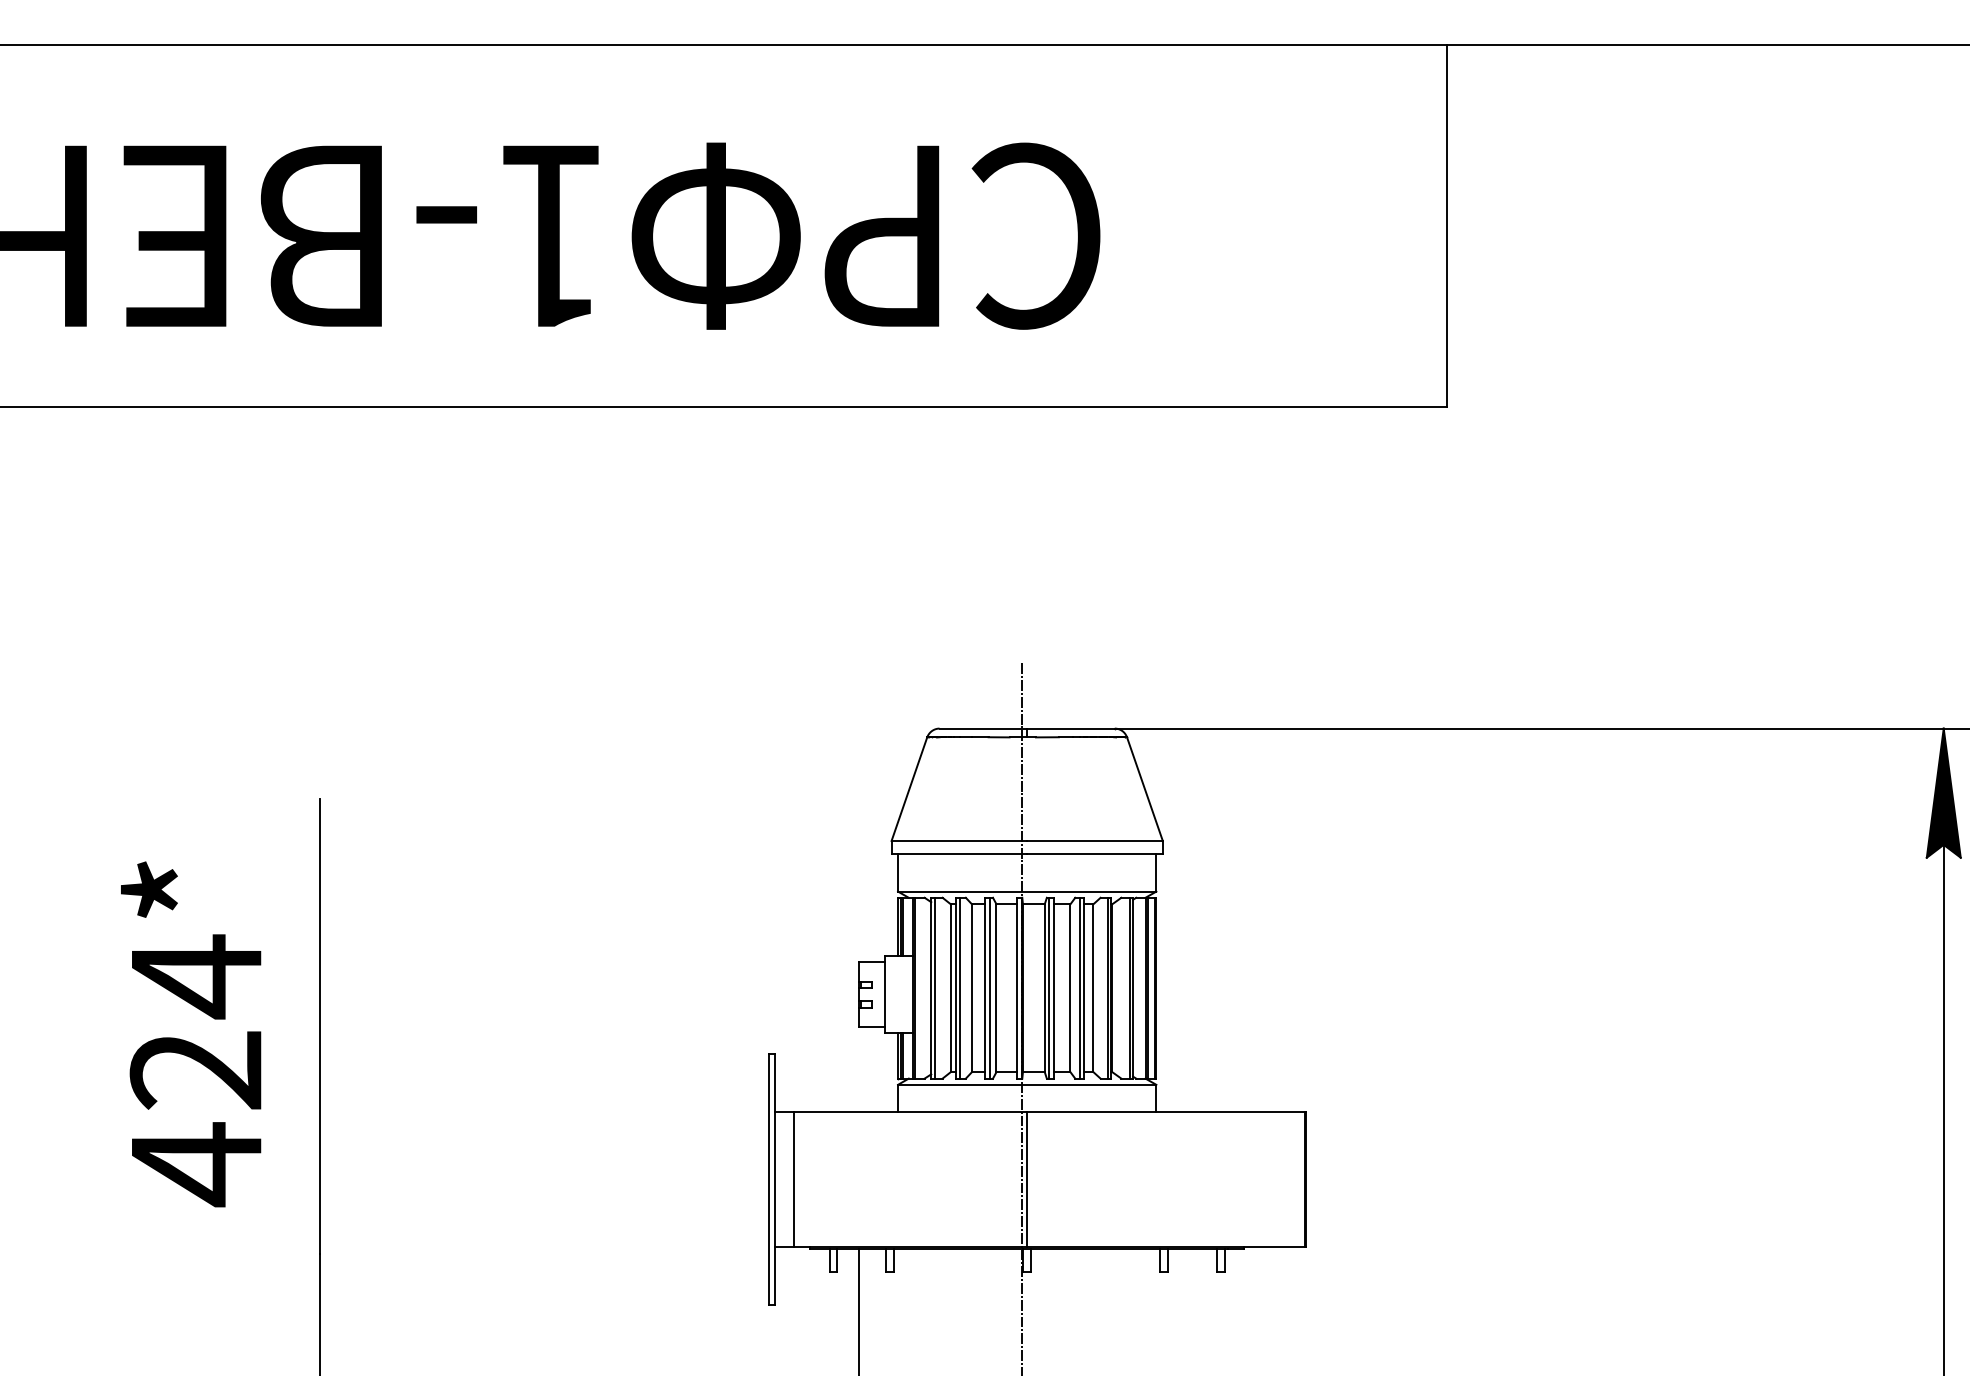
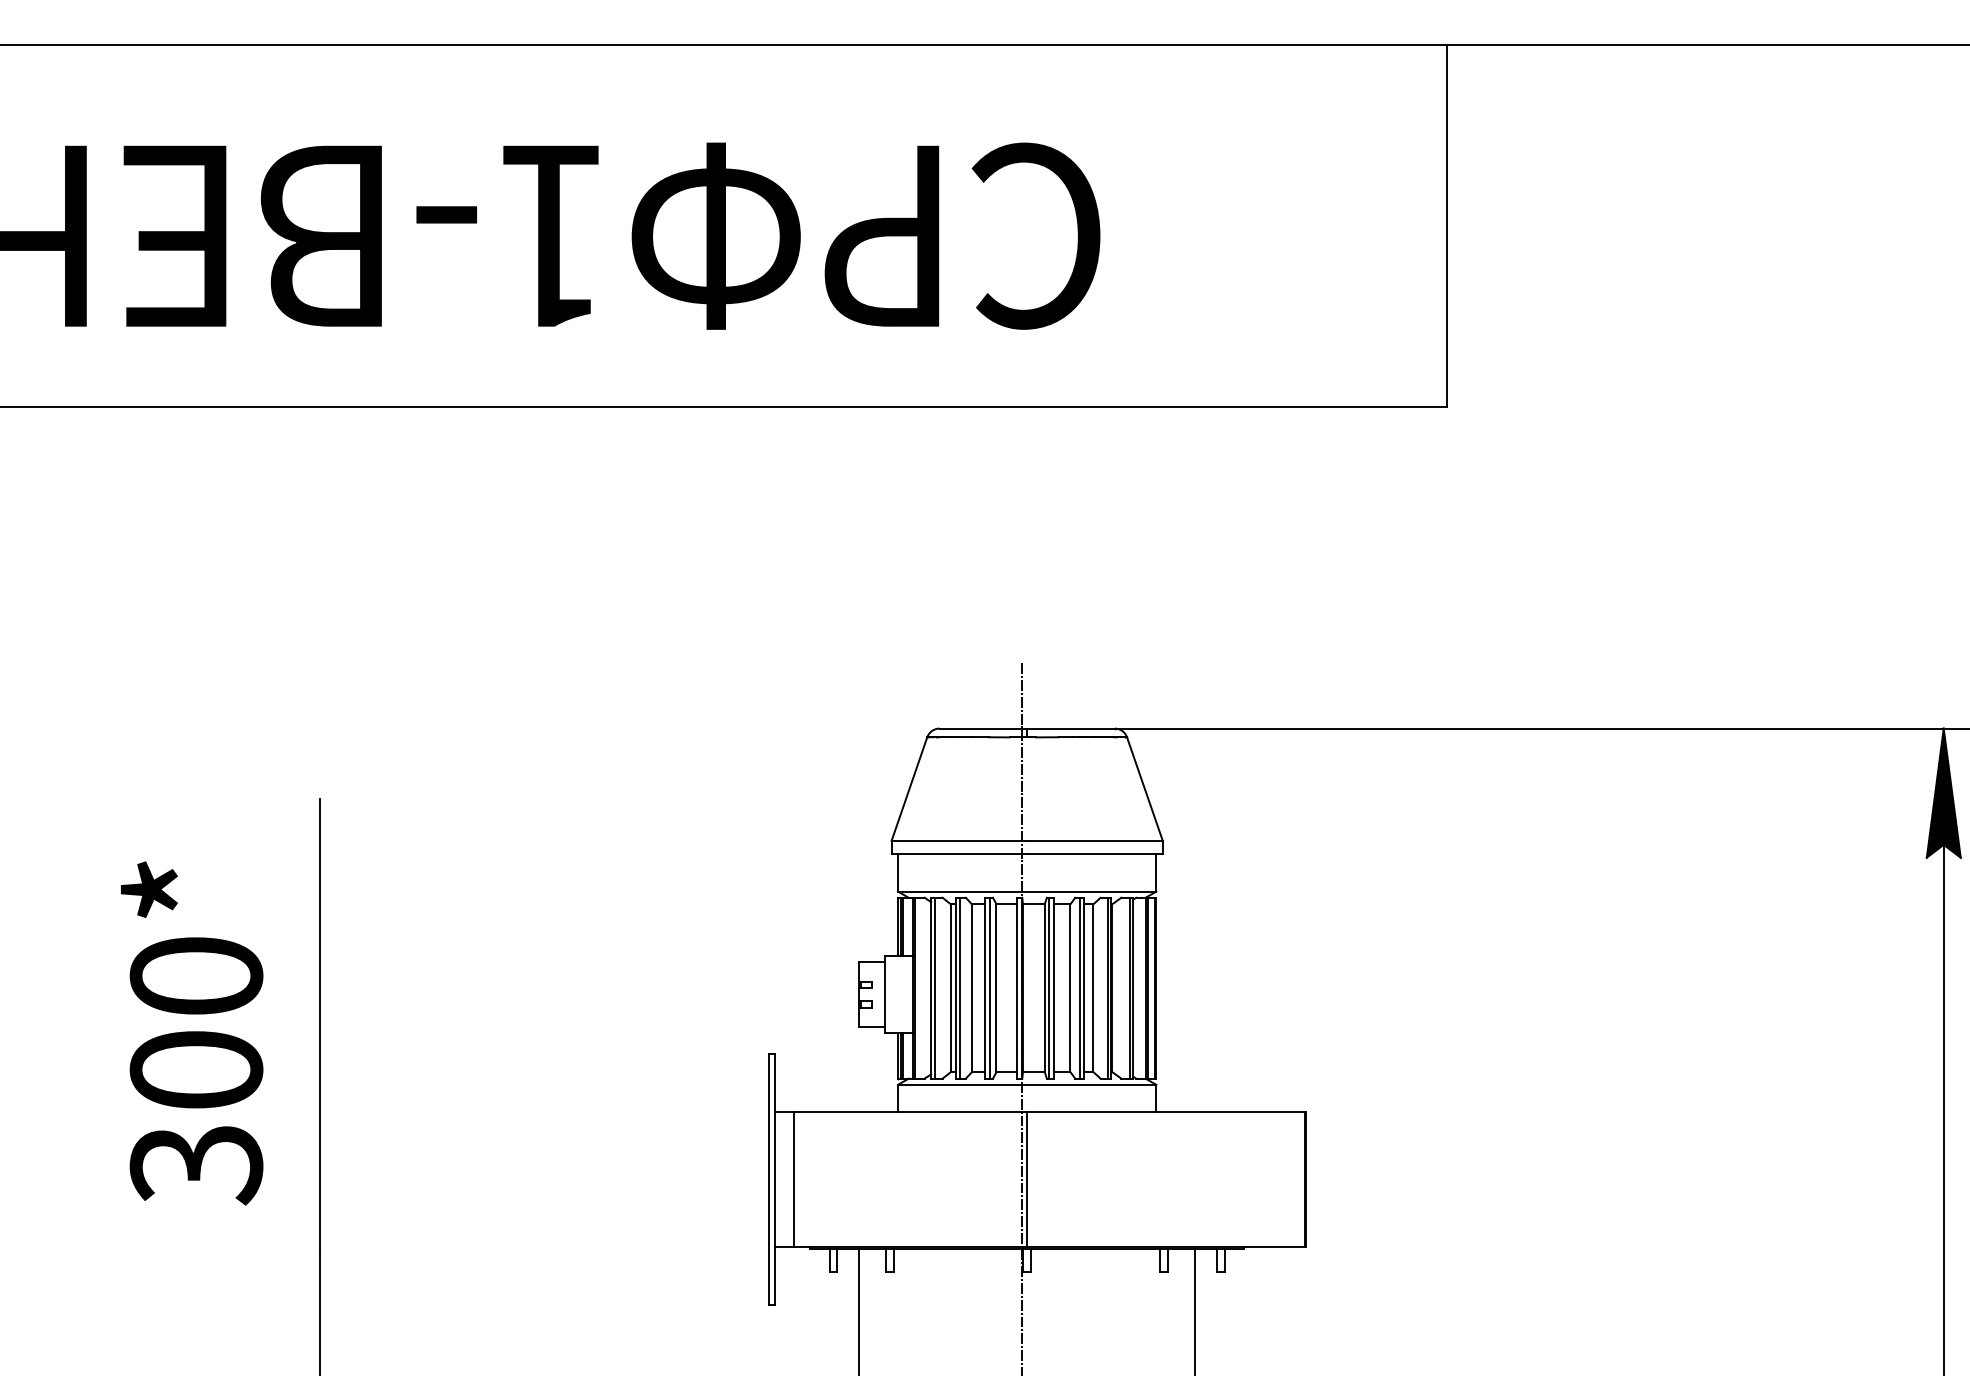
text at (196, 1070): 424* -> 300*
line at (1195, 1310): none -> present
